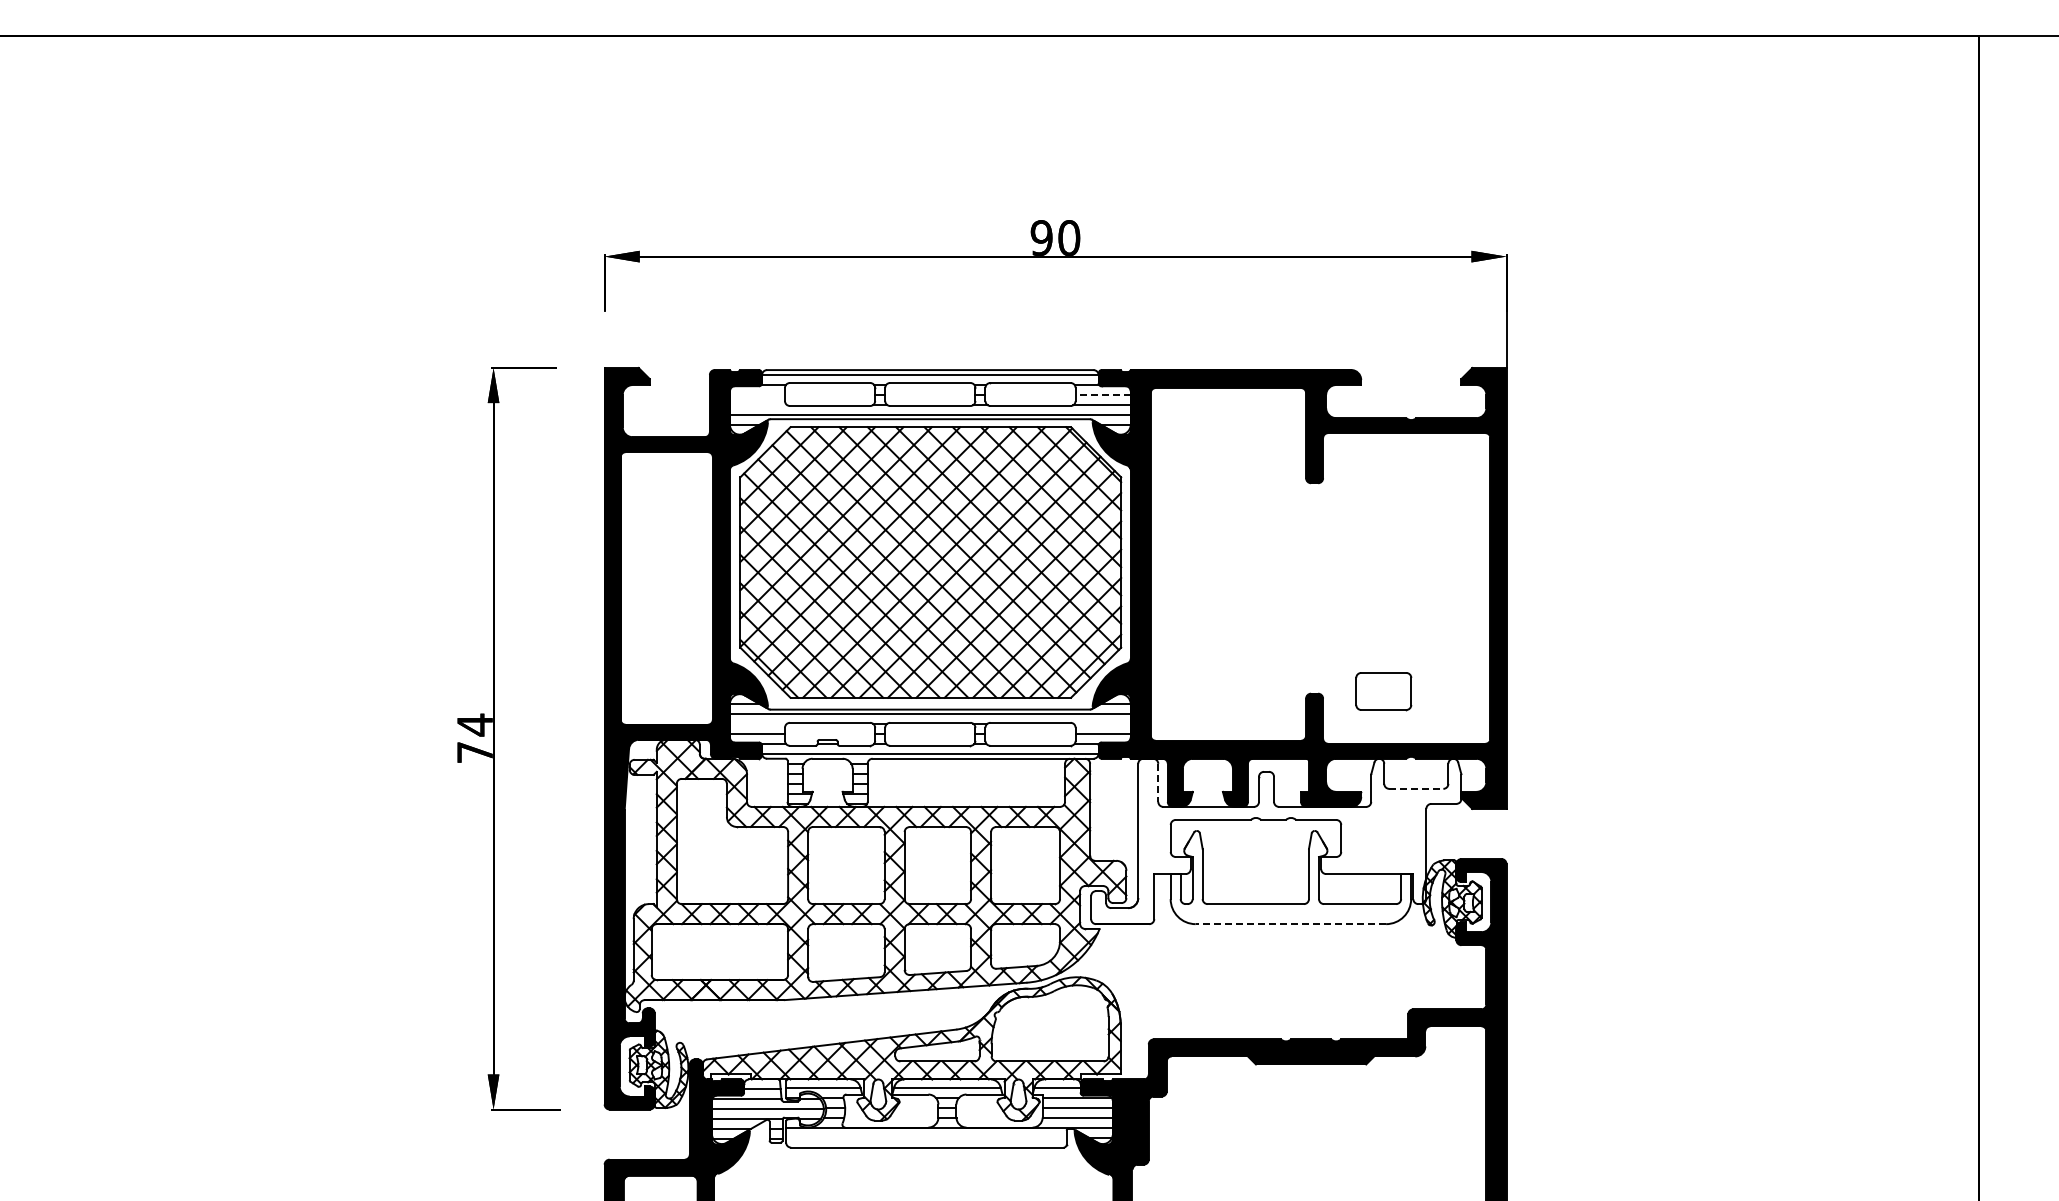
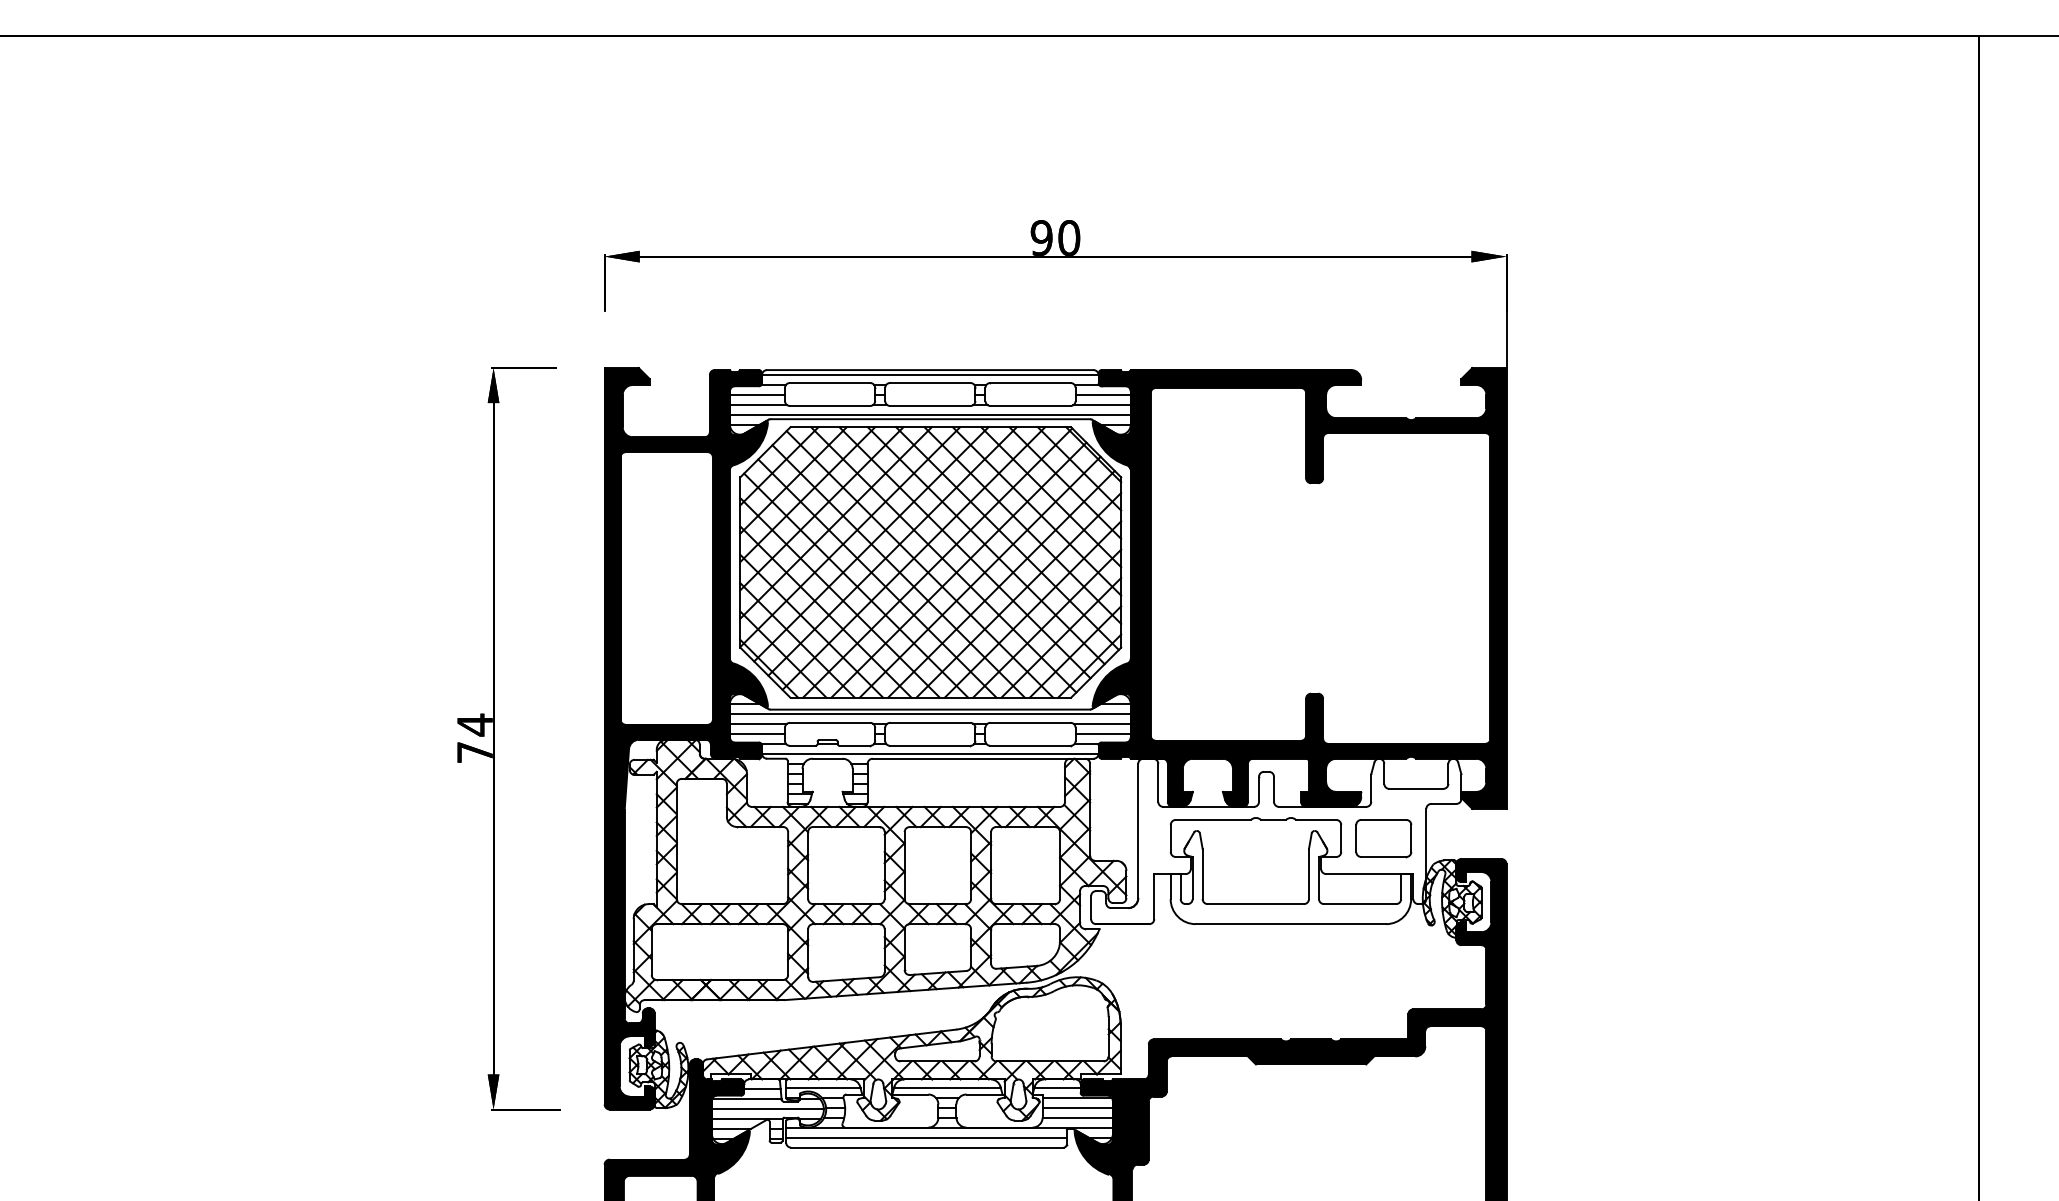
line at (757, 395): none -> present
line at (1103, 395): dashed -> solid
line at (758, 405): none -> present
part at (1383, 691) position: (1383, 691) -> (1383, 838)
line at (758, 723): none -> present
line at (1101, 723): none -> present
line at (1158, 783): dashed -> solid
line at (1416, 788): dashed -> solid
line at (1290, 924): dashed -> solid
line at (926, 1137): none -> present
